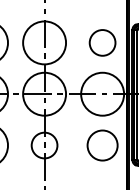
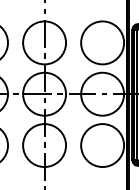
circle at (102, 42) diameter: 26 px -> 43 px
circle at (44, 145) diameter: 26 px -> 43 px
circle at (102, 145) diameter: 30 px -> 43 px
